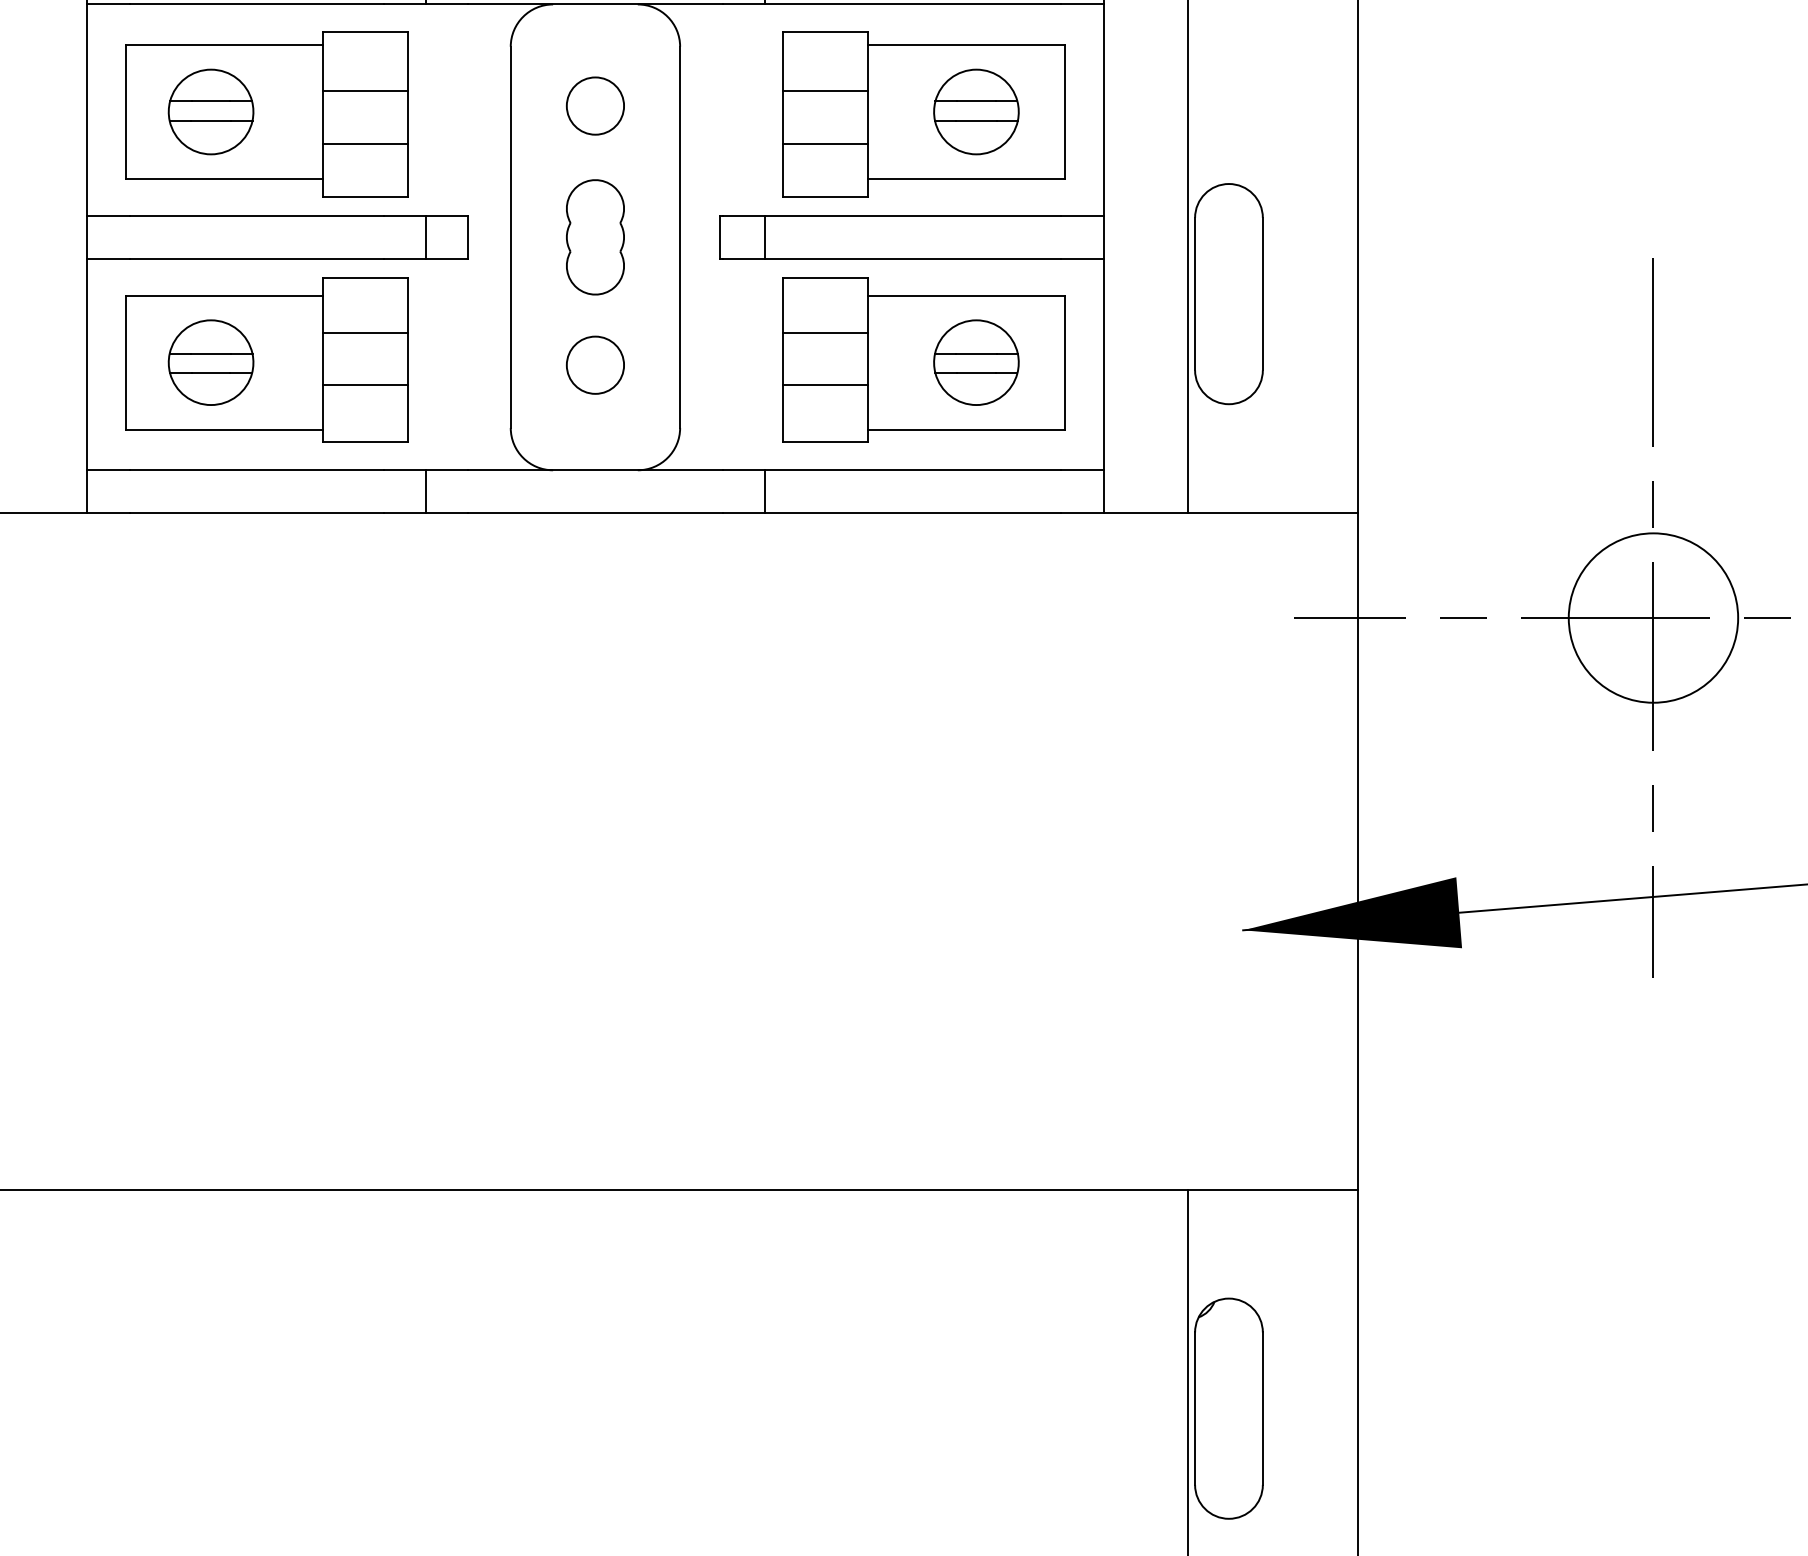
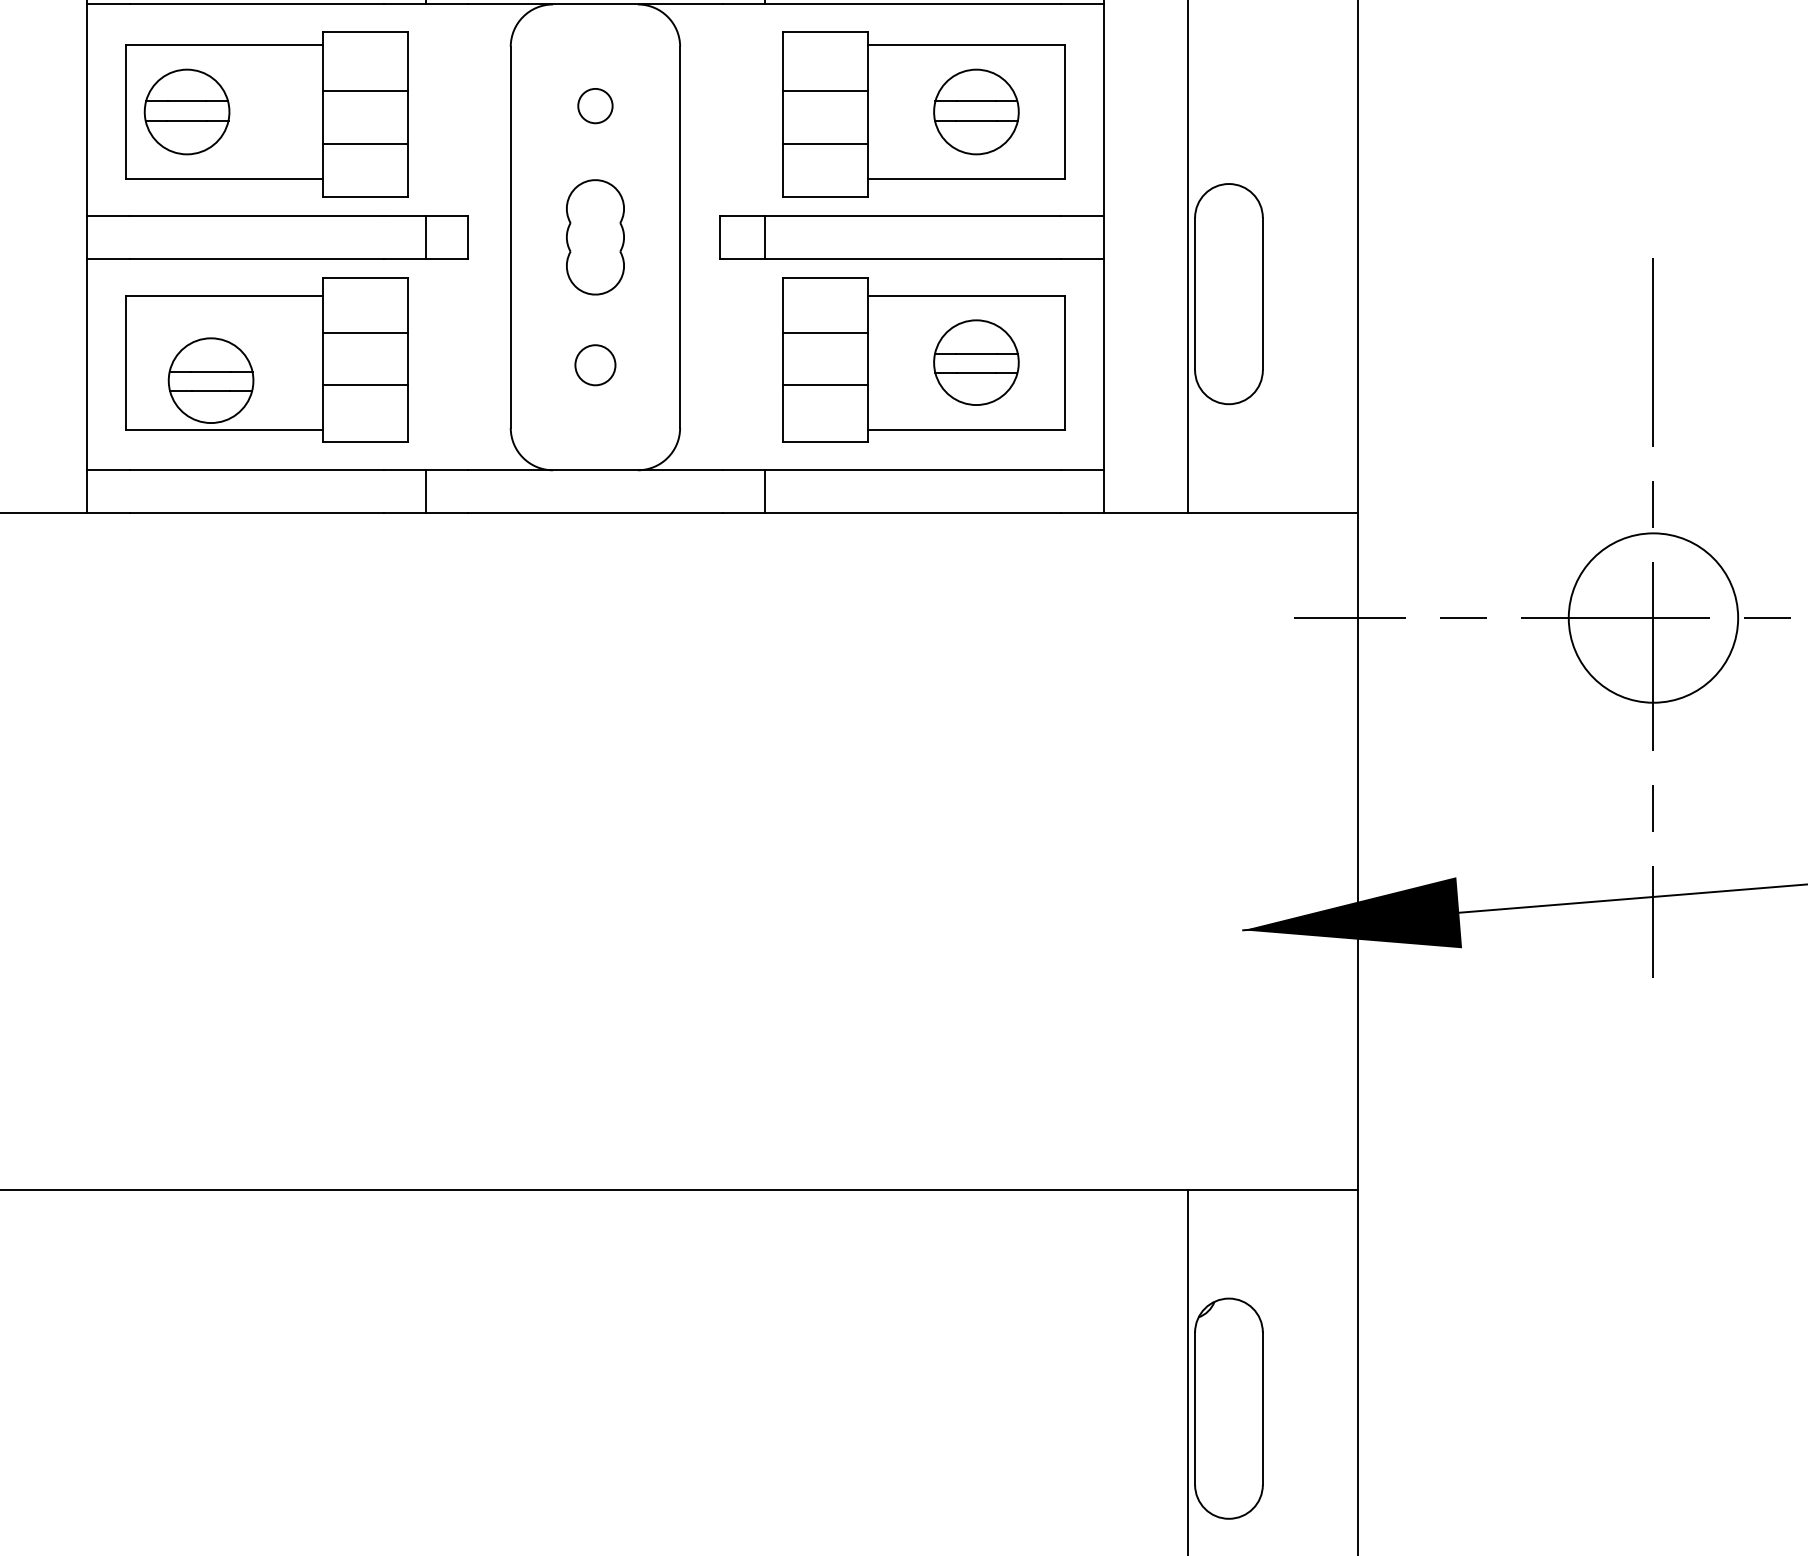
circle at (595, 105) diameter: 57 px -> 34 px
part at (210, 111) position: (210, 111) -> (186, 111)
part at (210, 362) position: (210, 362) -> (210, 380)
circle at (595, 364) diameter: 57 px -> 40 px
